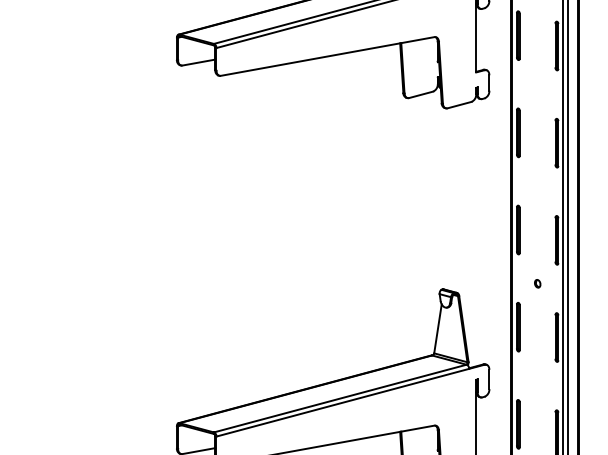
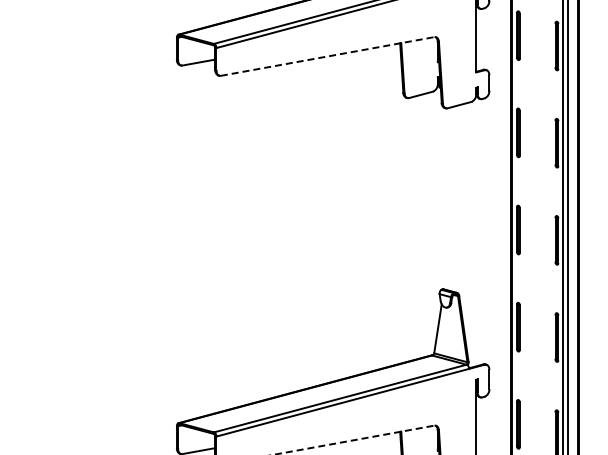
line at (327, 56): solid -> dashed
part at (537, 283): present -> none
line at (354, 440): solid -> dashed
